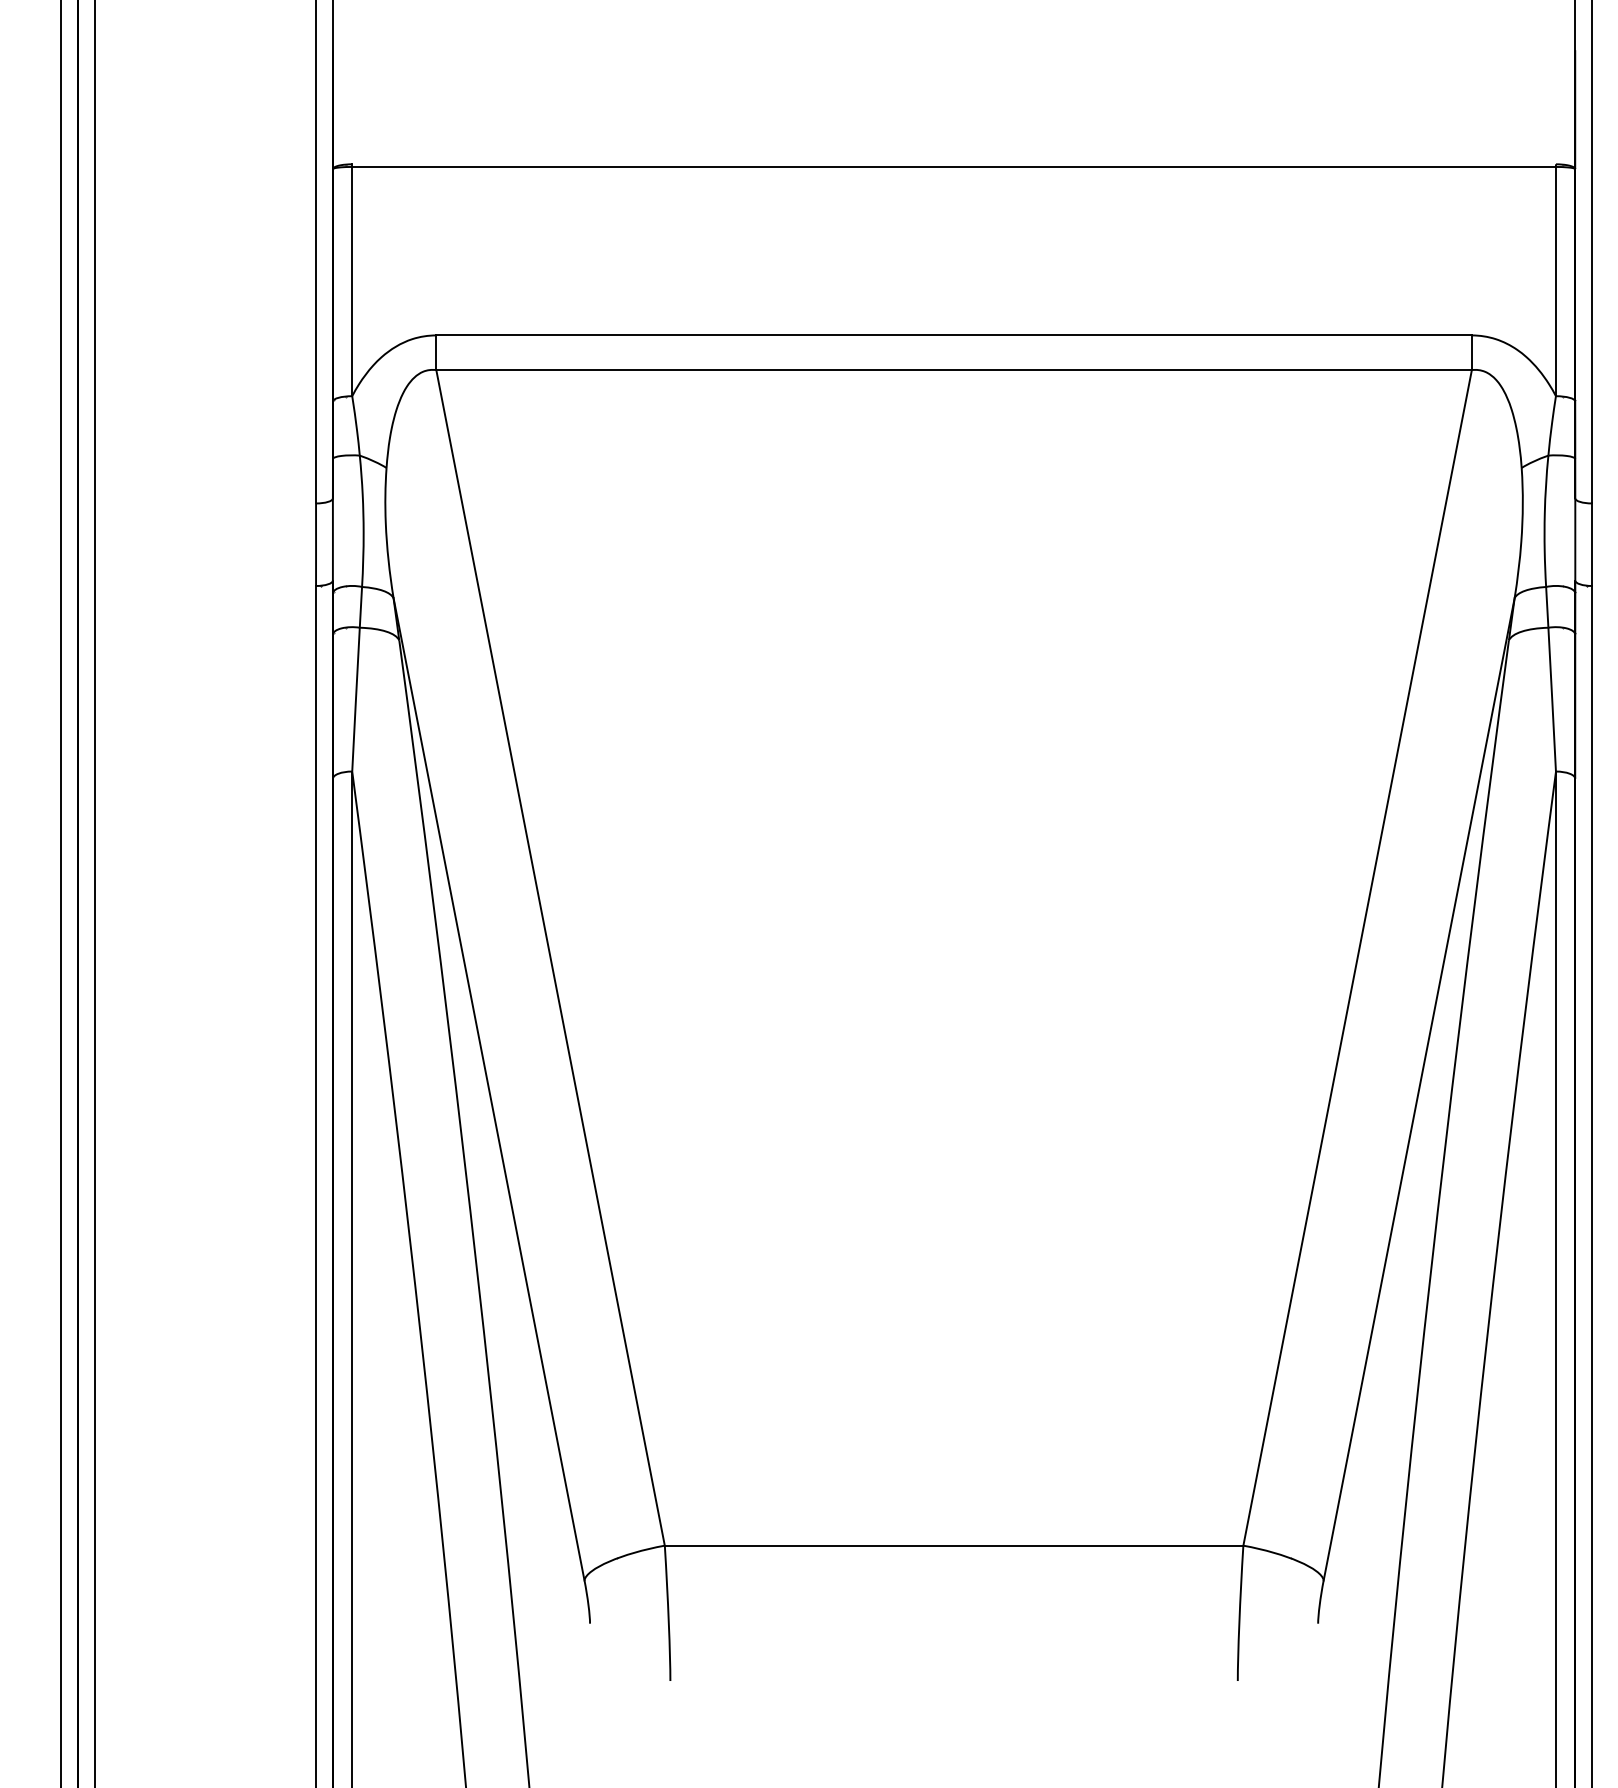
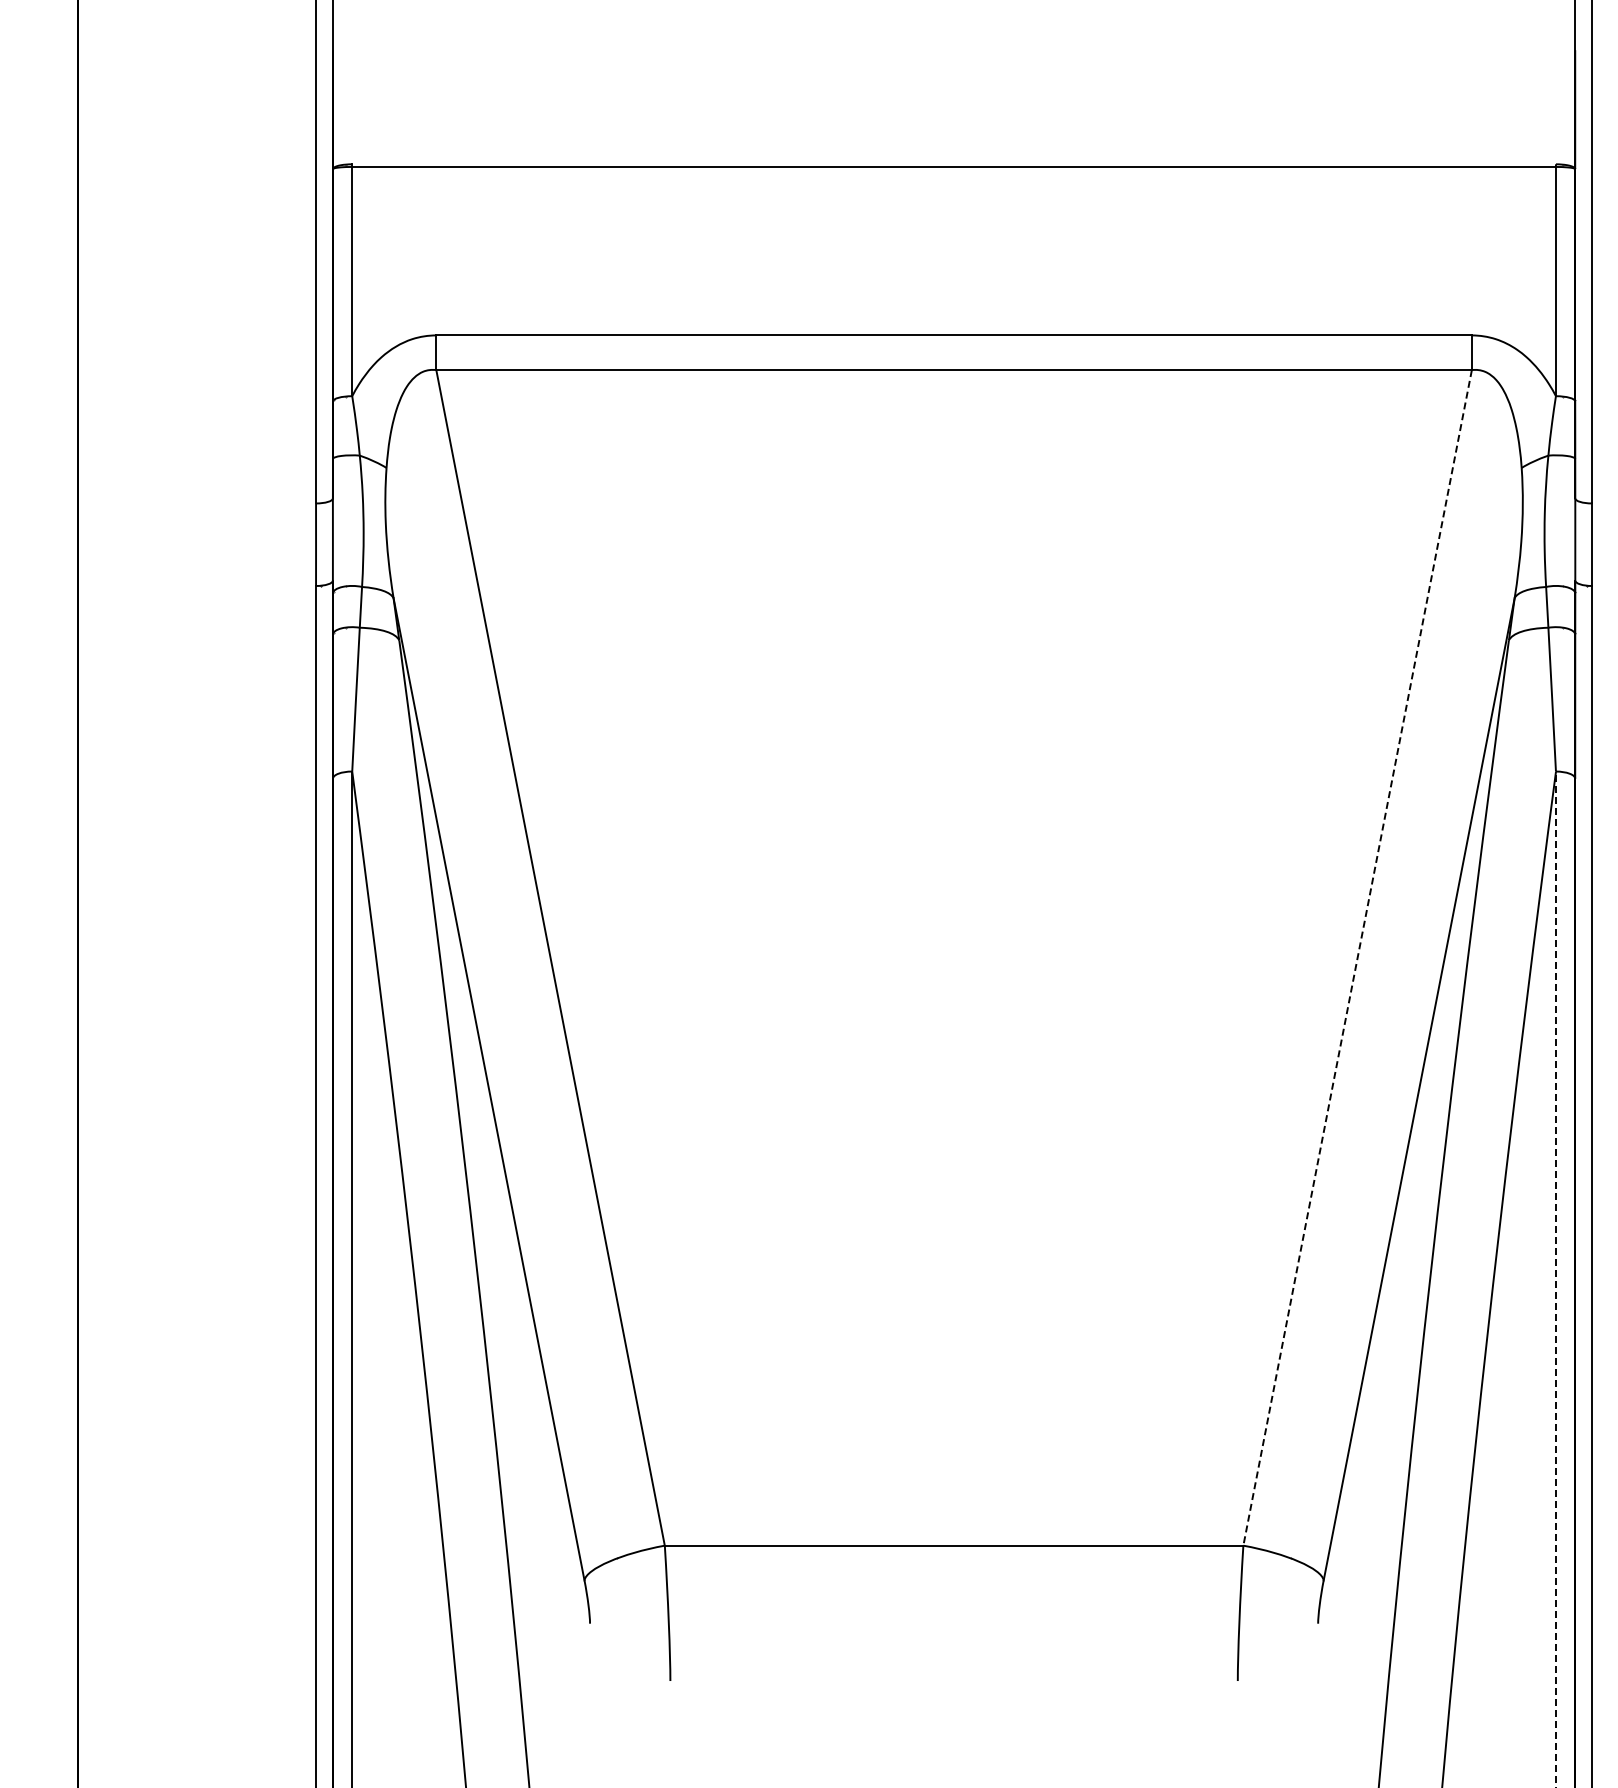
line at (61, 893): present -> none
line at (95, 893): present -> none
line at (1357, 957): solid -> dashed
line at (1555, 1279): solid -> dashed
